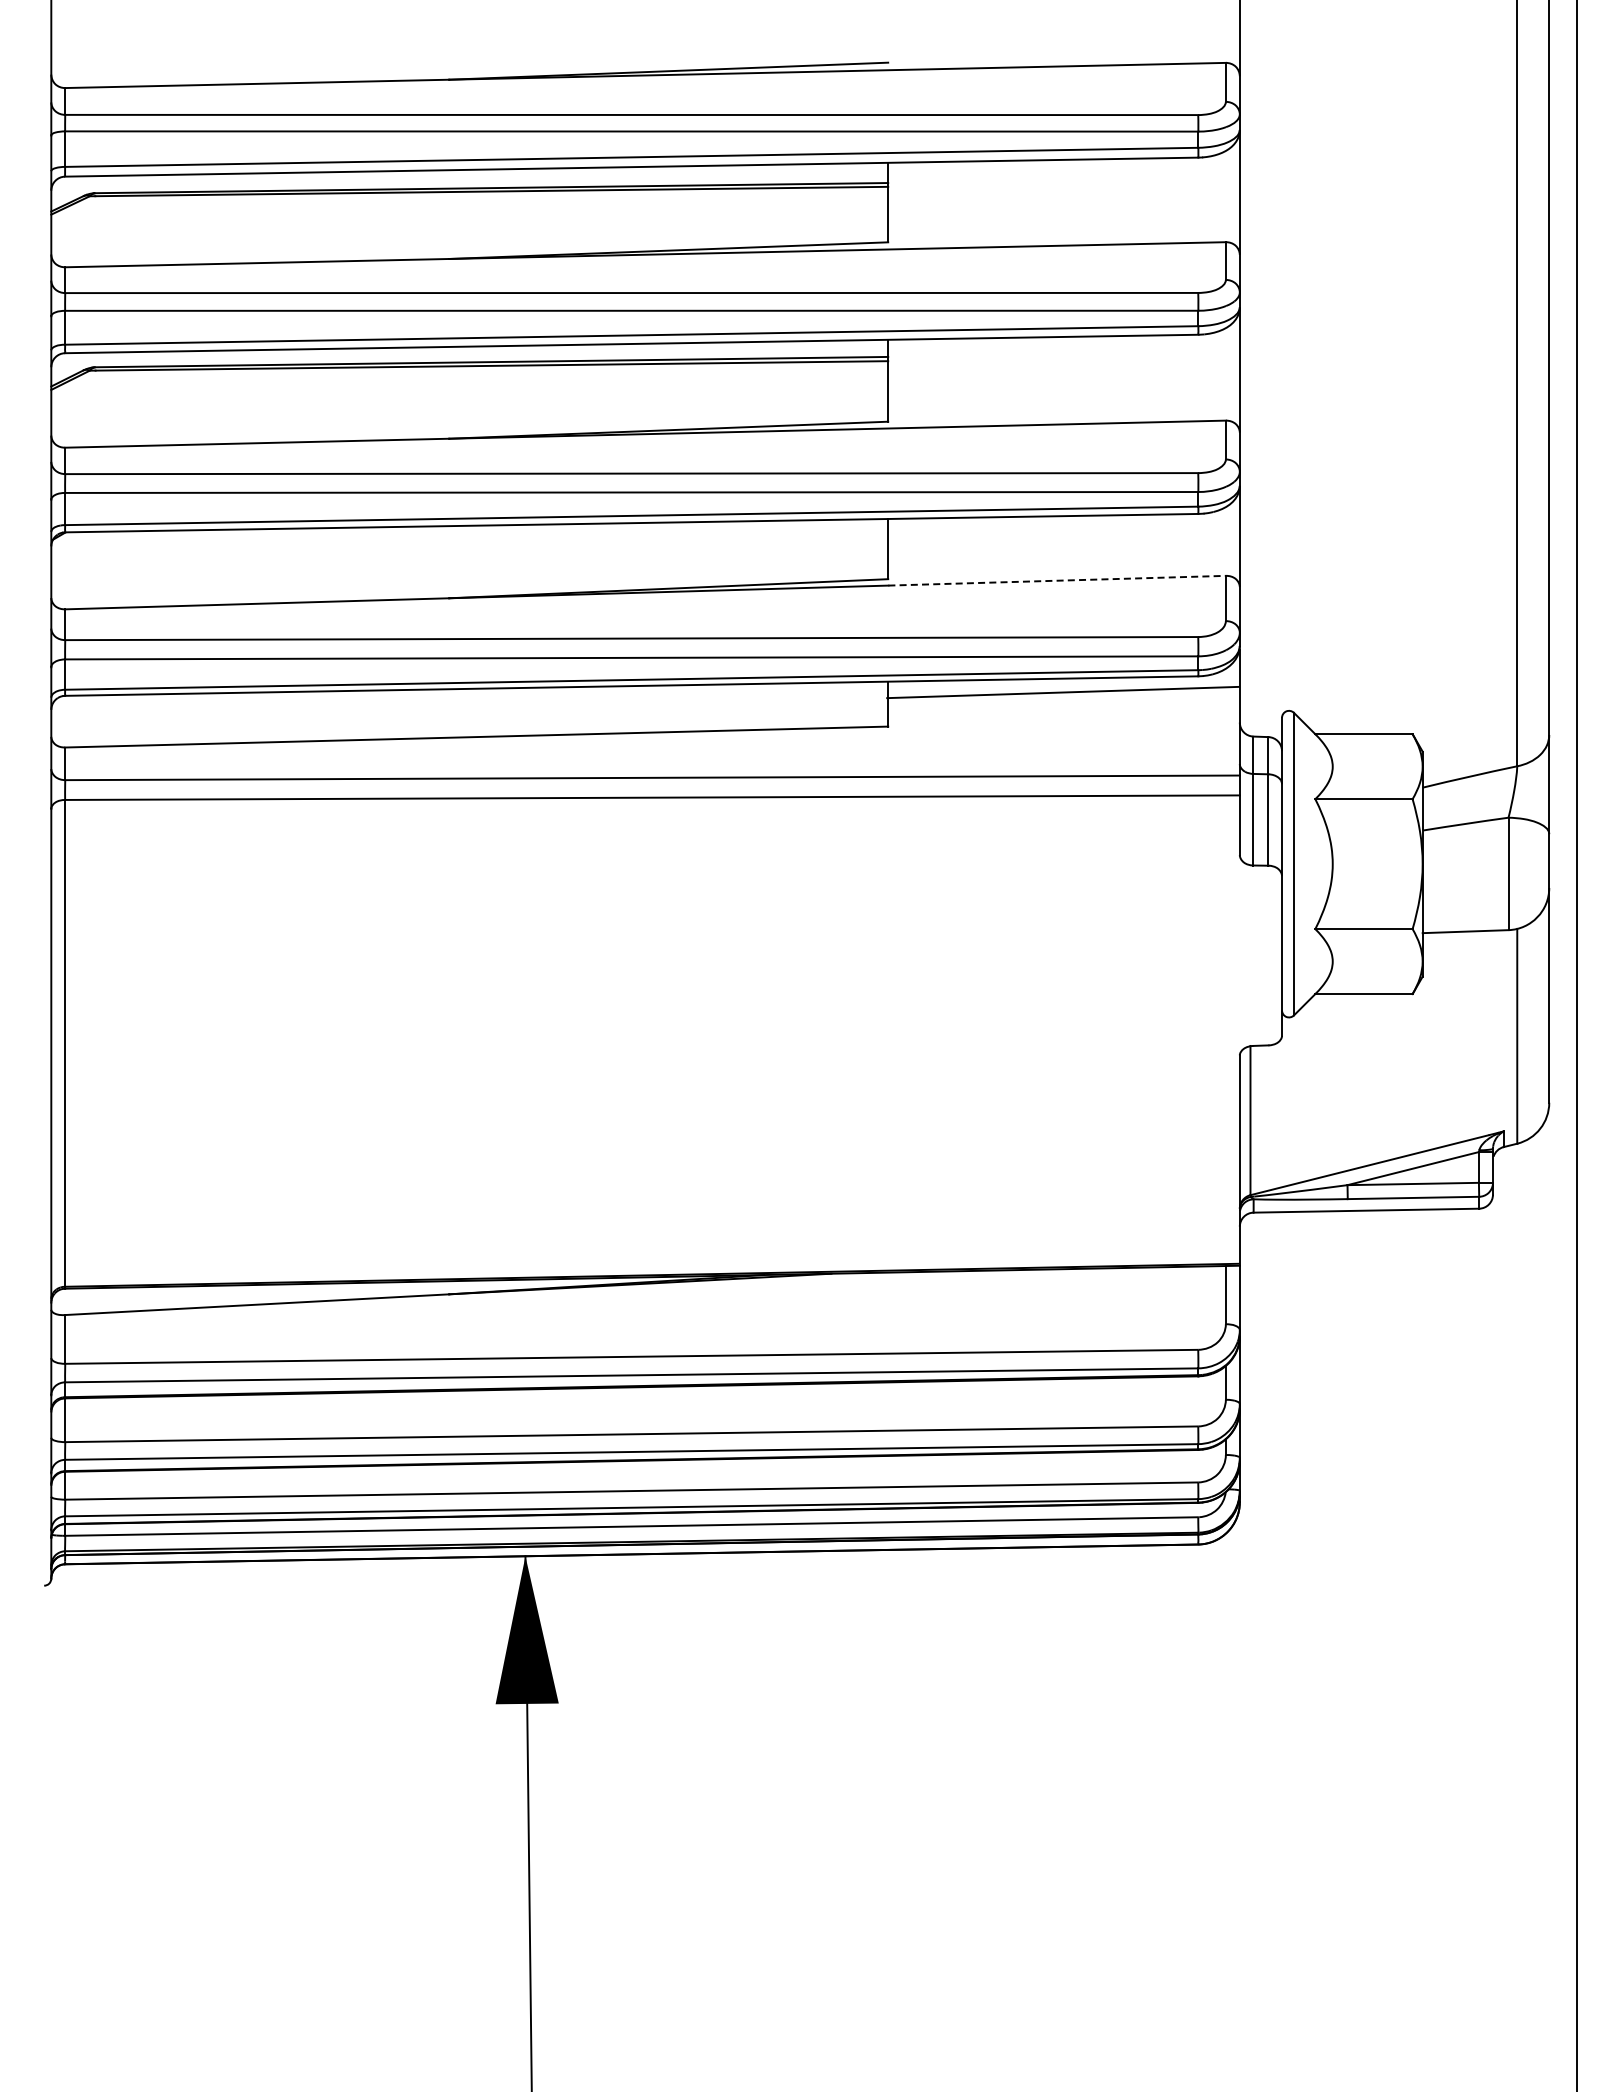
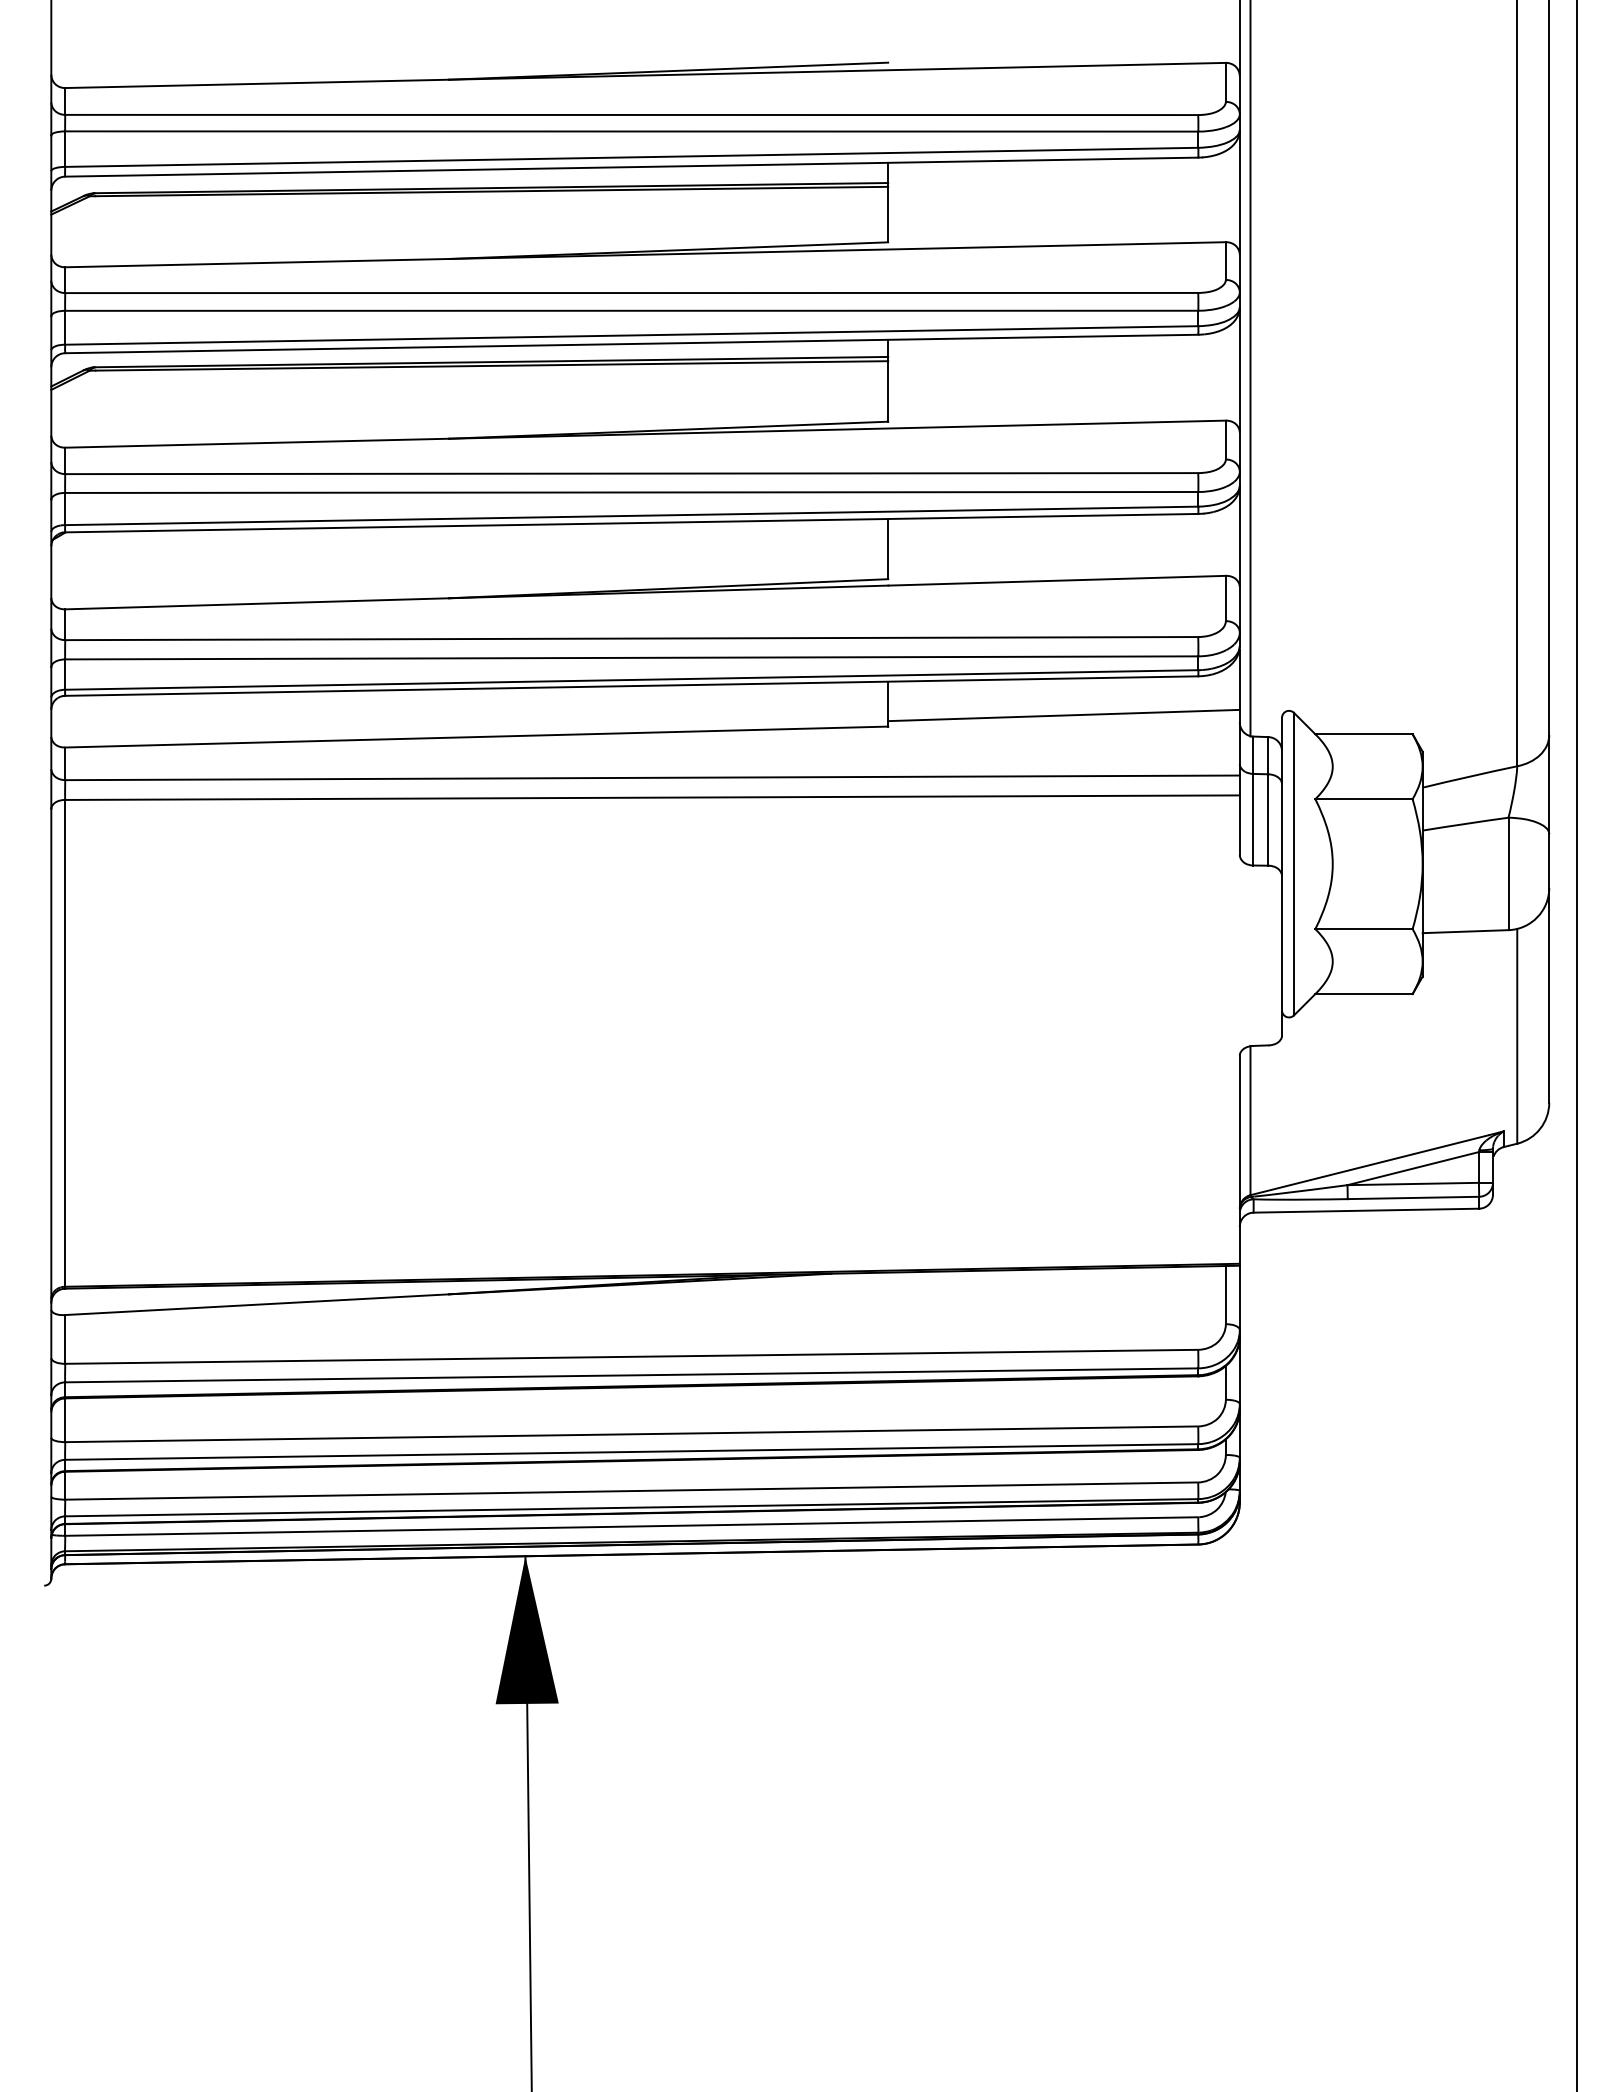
line at (1250, 369): none -> present
line at (1057, 580): dashed -> solid
line at (1062, 692) position: (1062, 692) -> (1063, 715)
